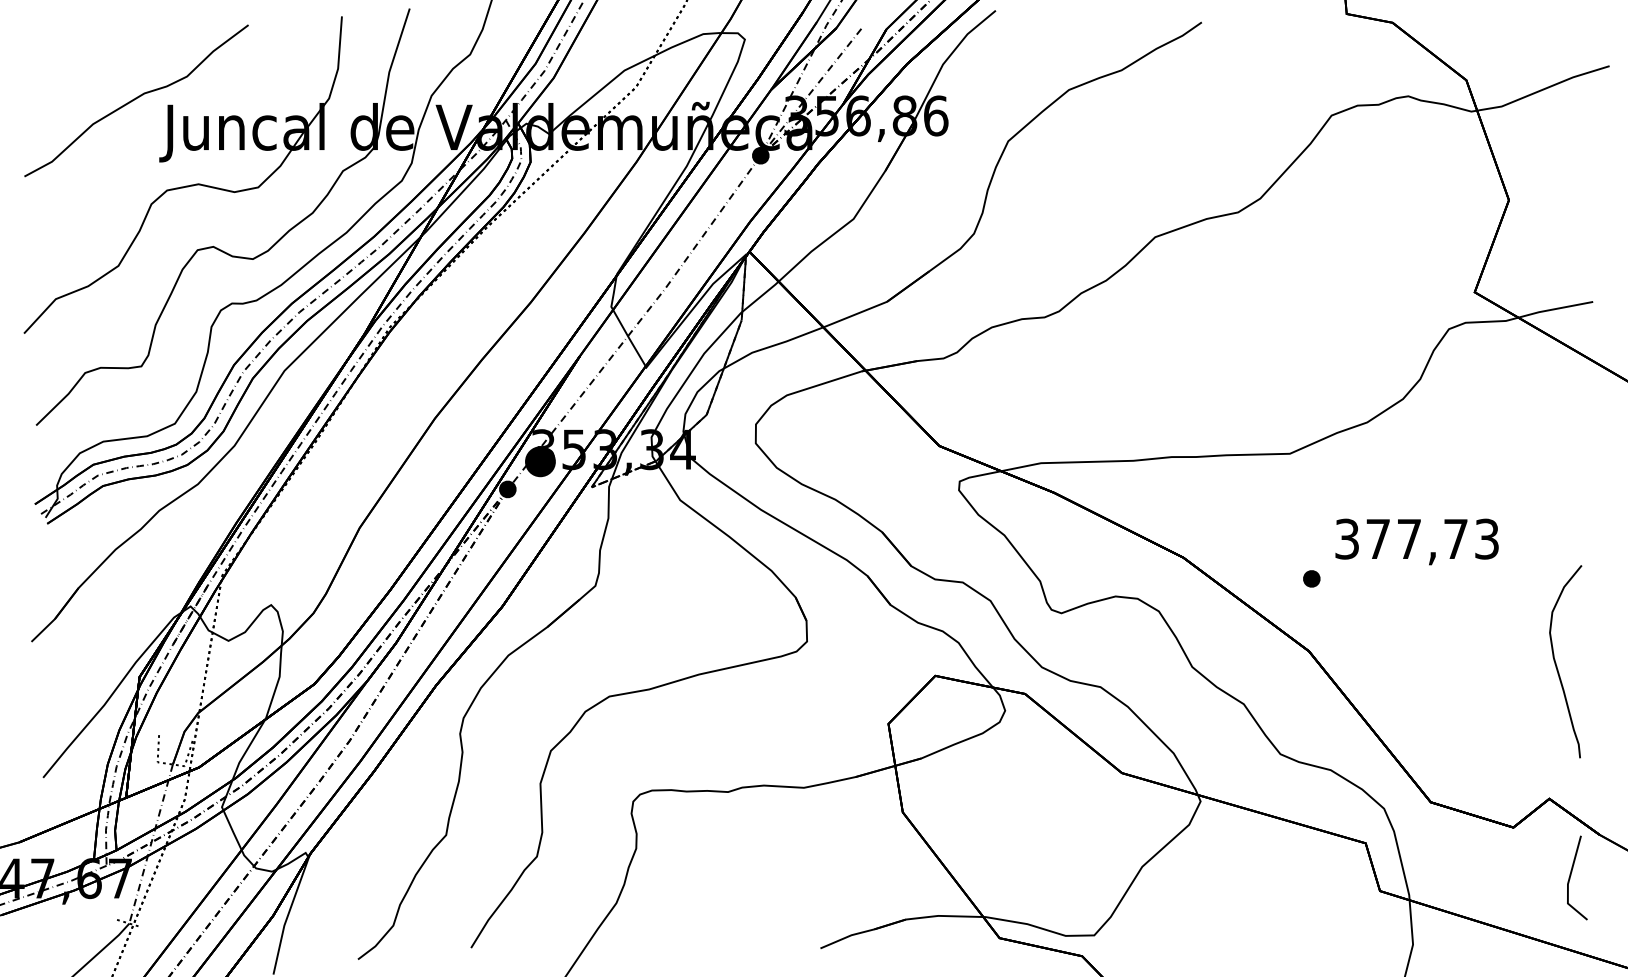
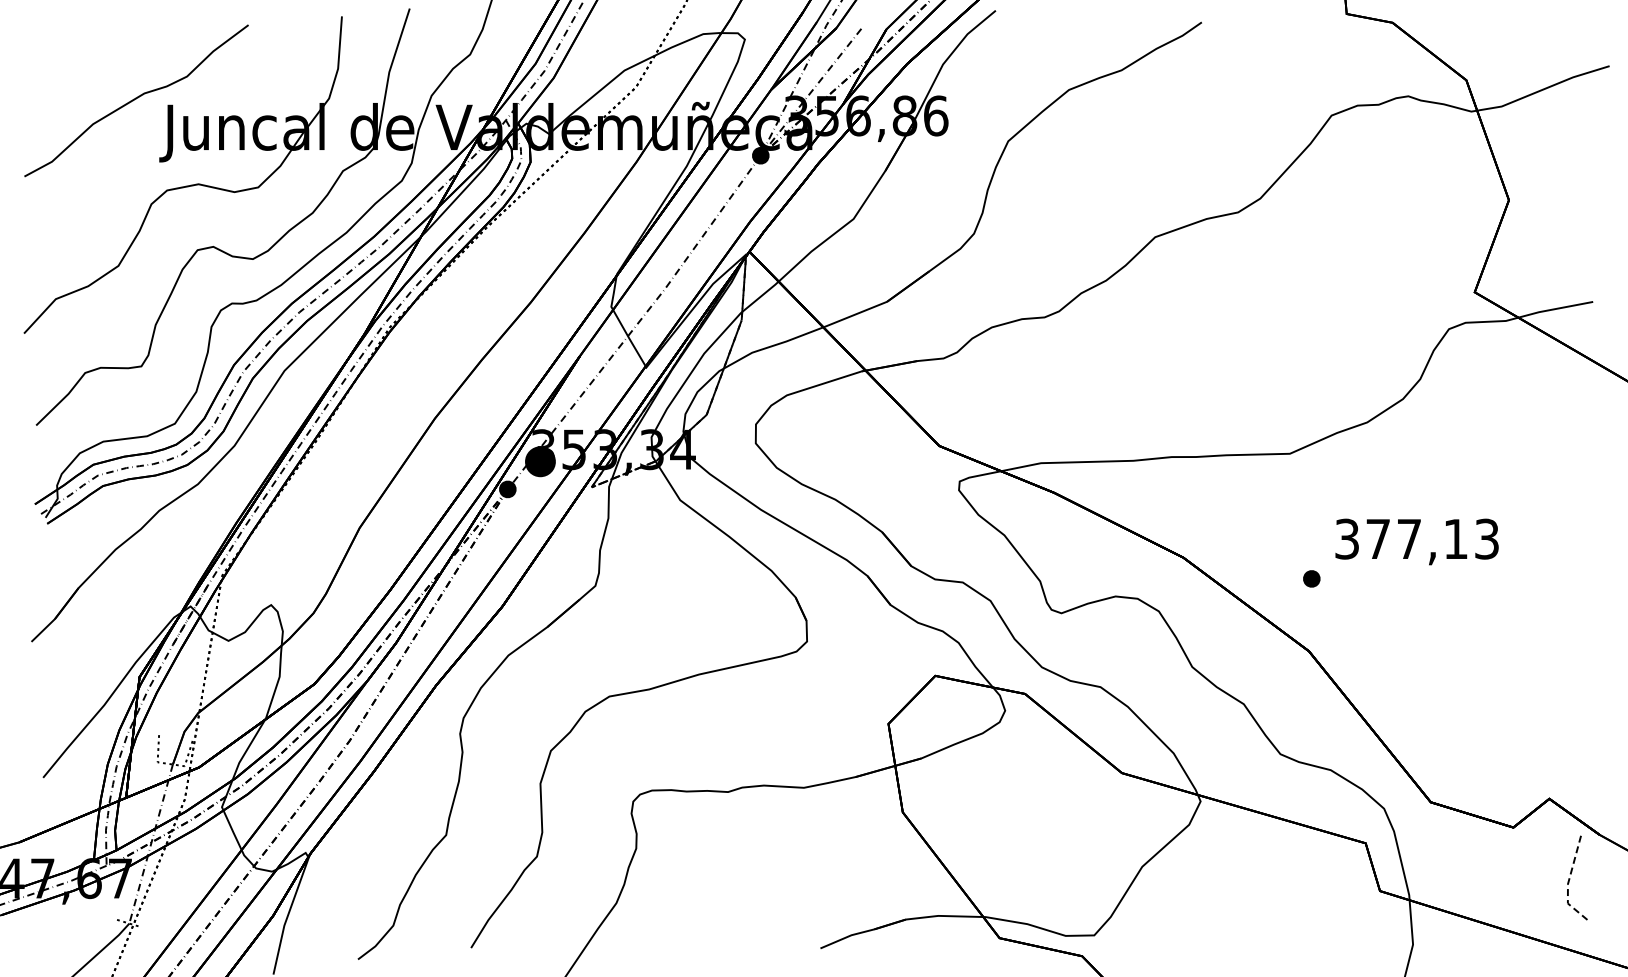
text at (1455, 538): 377,73 -> 377,13
curve at (1556, 662): present -> none
line at (1568, 882): solid -> dashed
